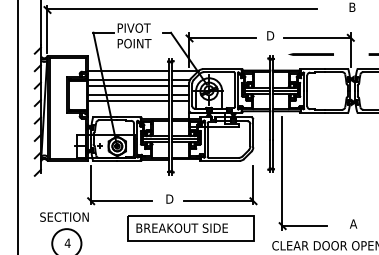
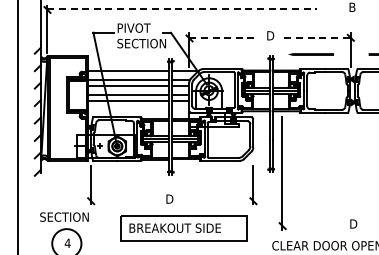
line at (182, 9): solid -> dashed
line at (223, 37): solid -> dashed
line at (317, 37): solid -> dashed
text at (141, 43): POINT -> SECTION
line at (121, 200): present -> none
line at (218, 200): present -> none
text at (353, 223): A -> D
line at (304, 225): present -> none
part at (190, 228) position: (190, 228) -> (183, 228)
